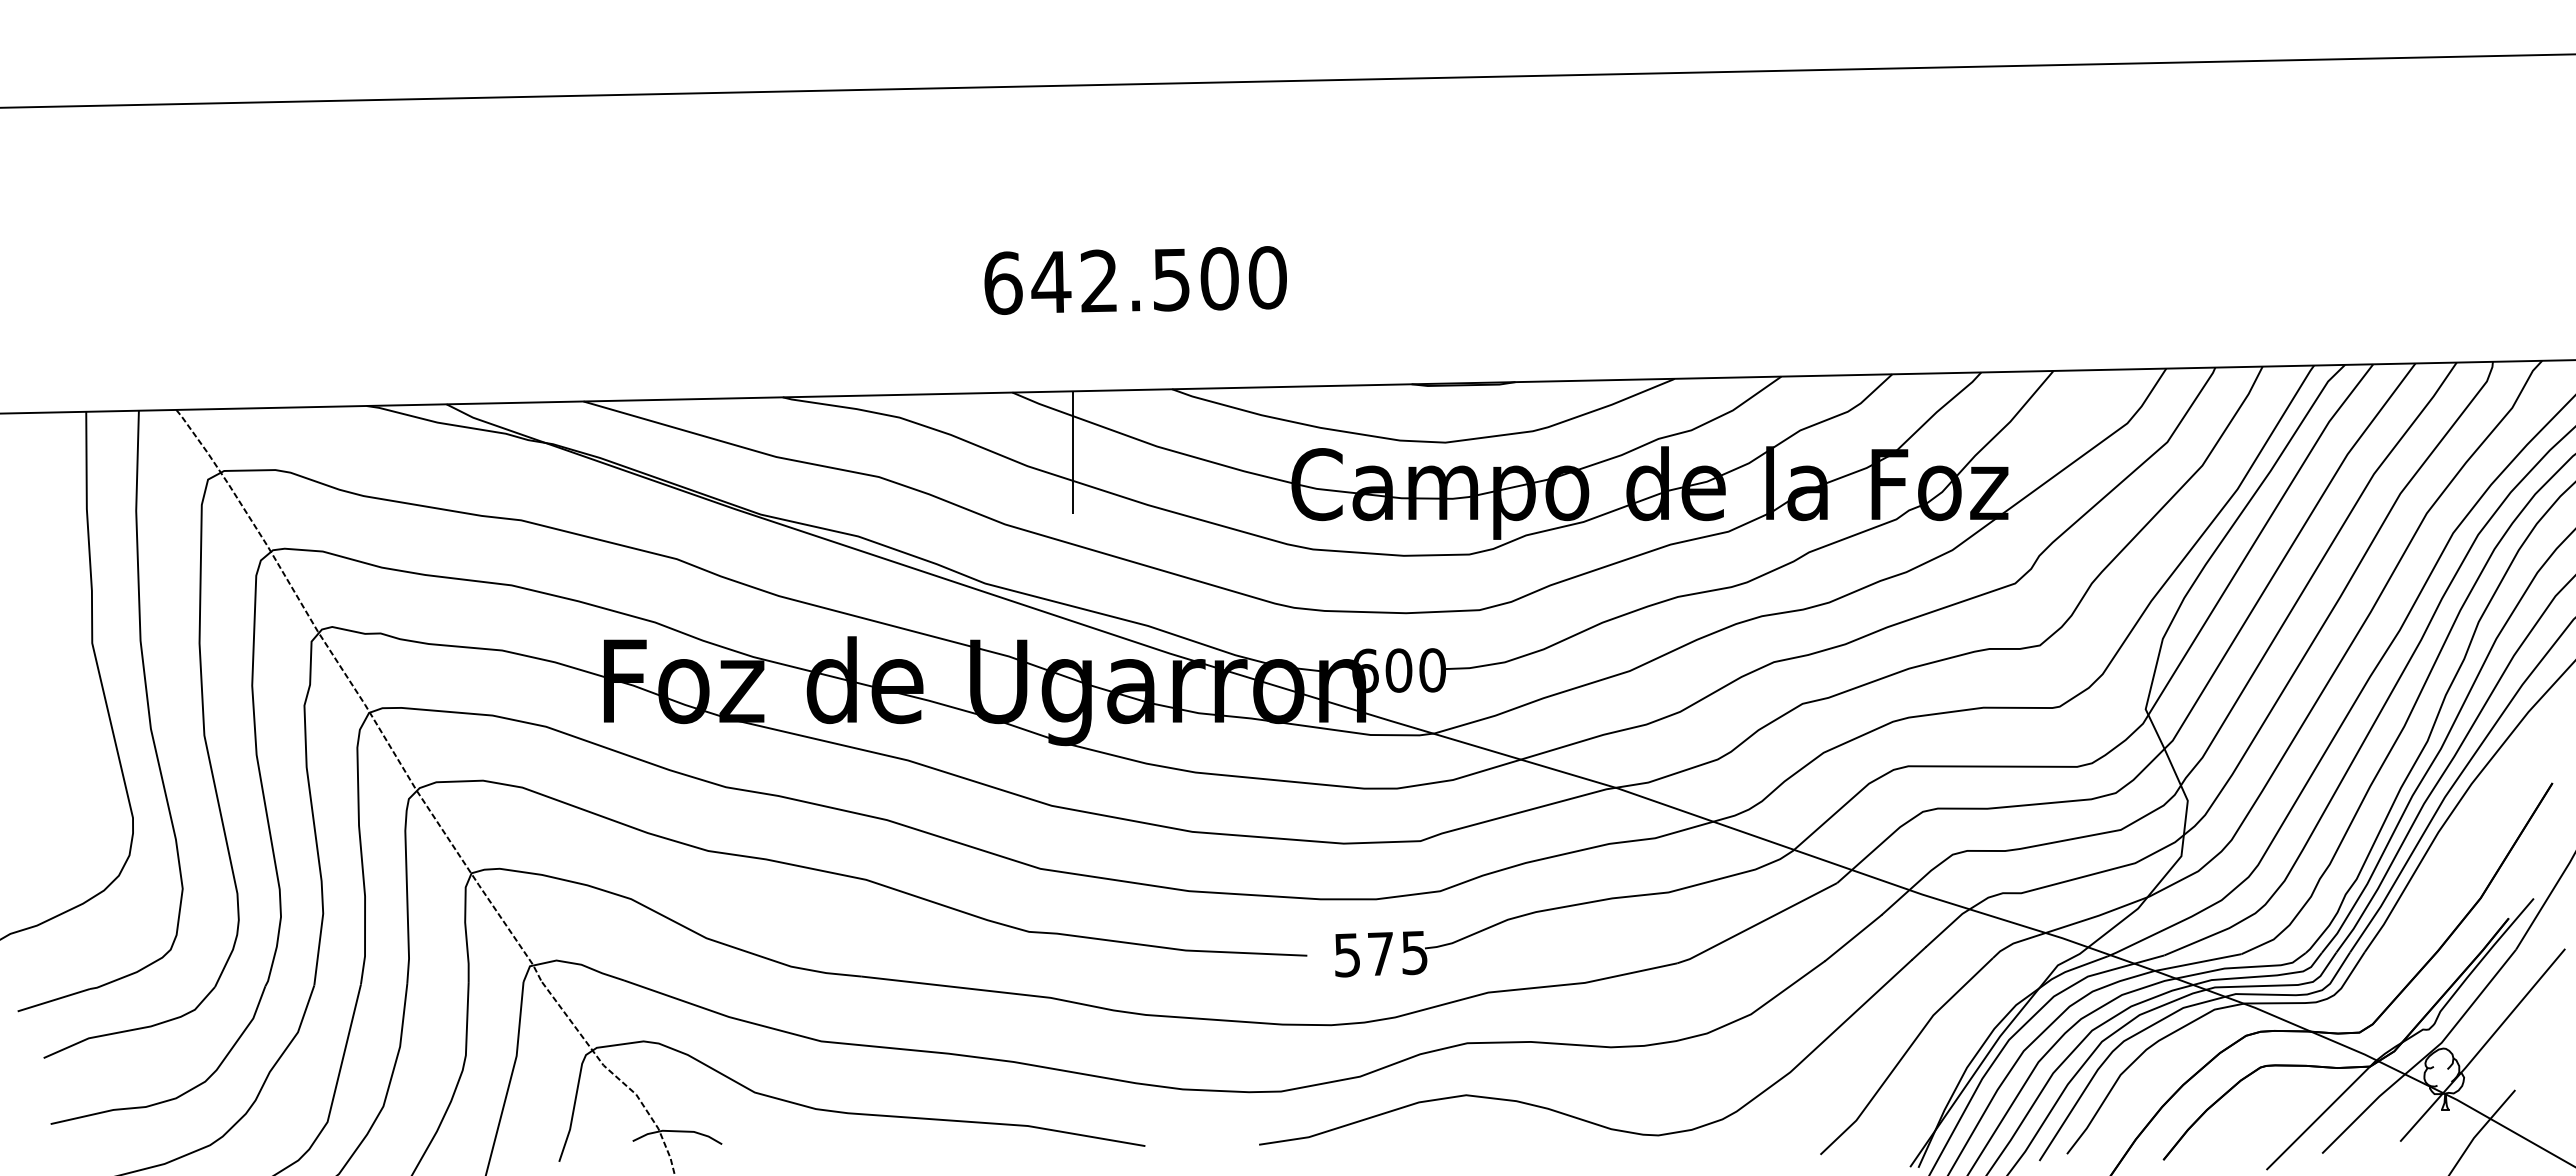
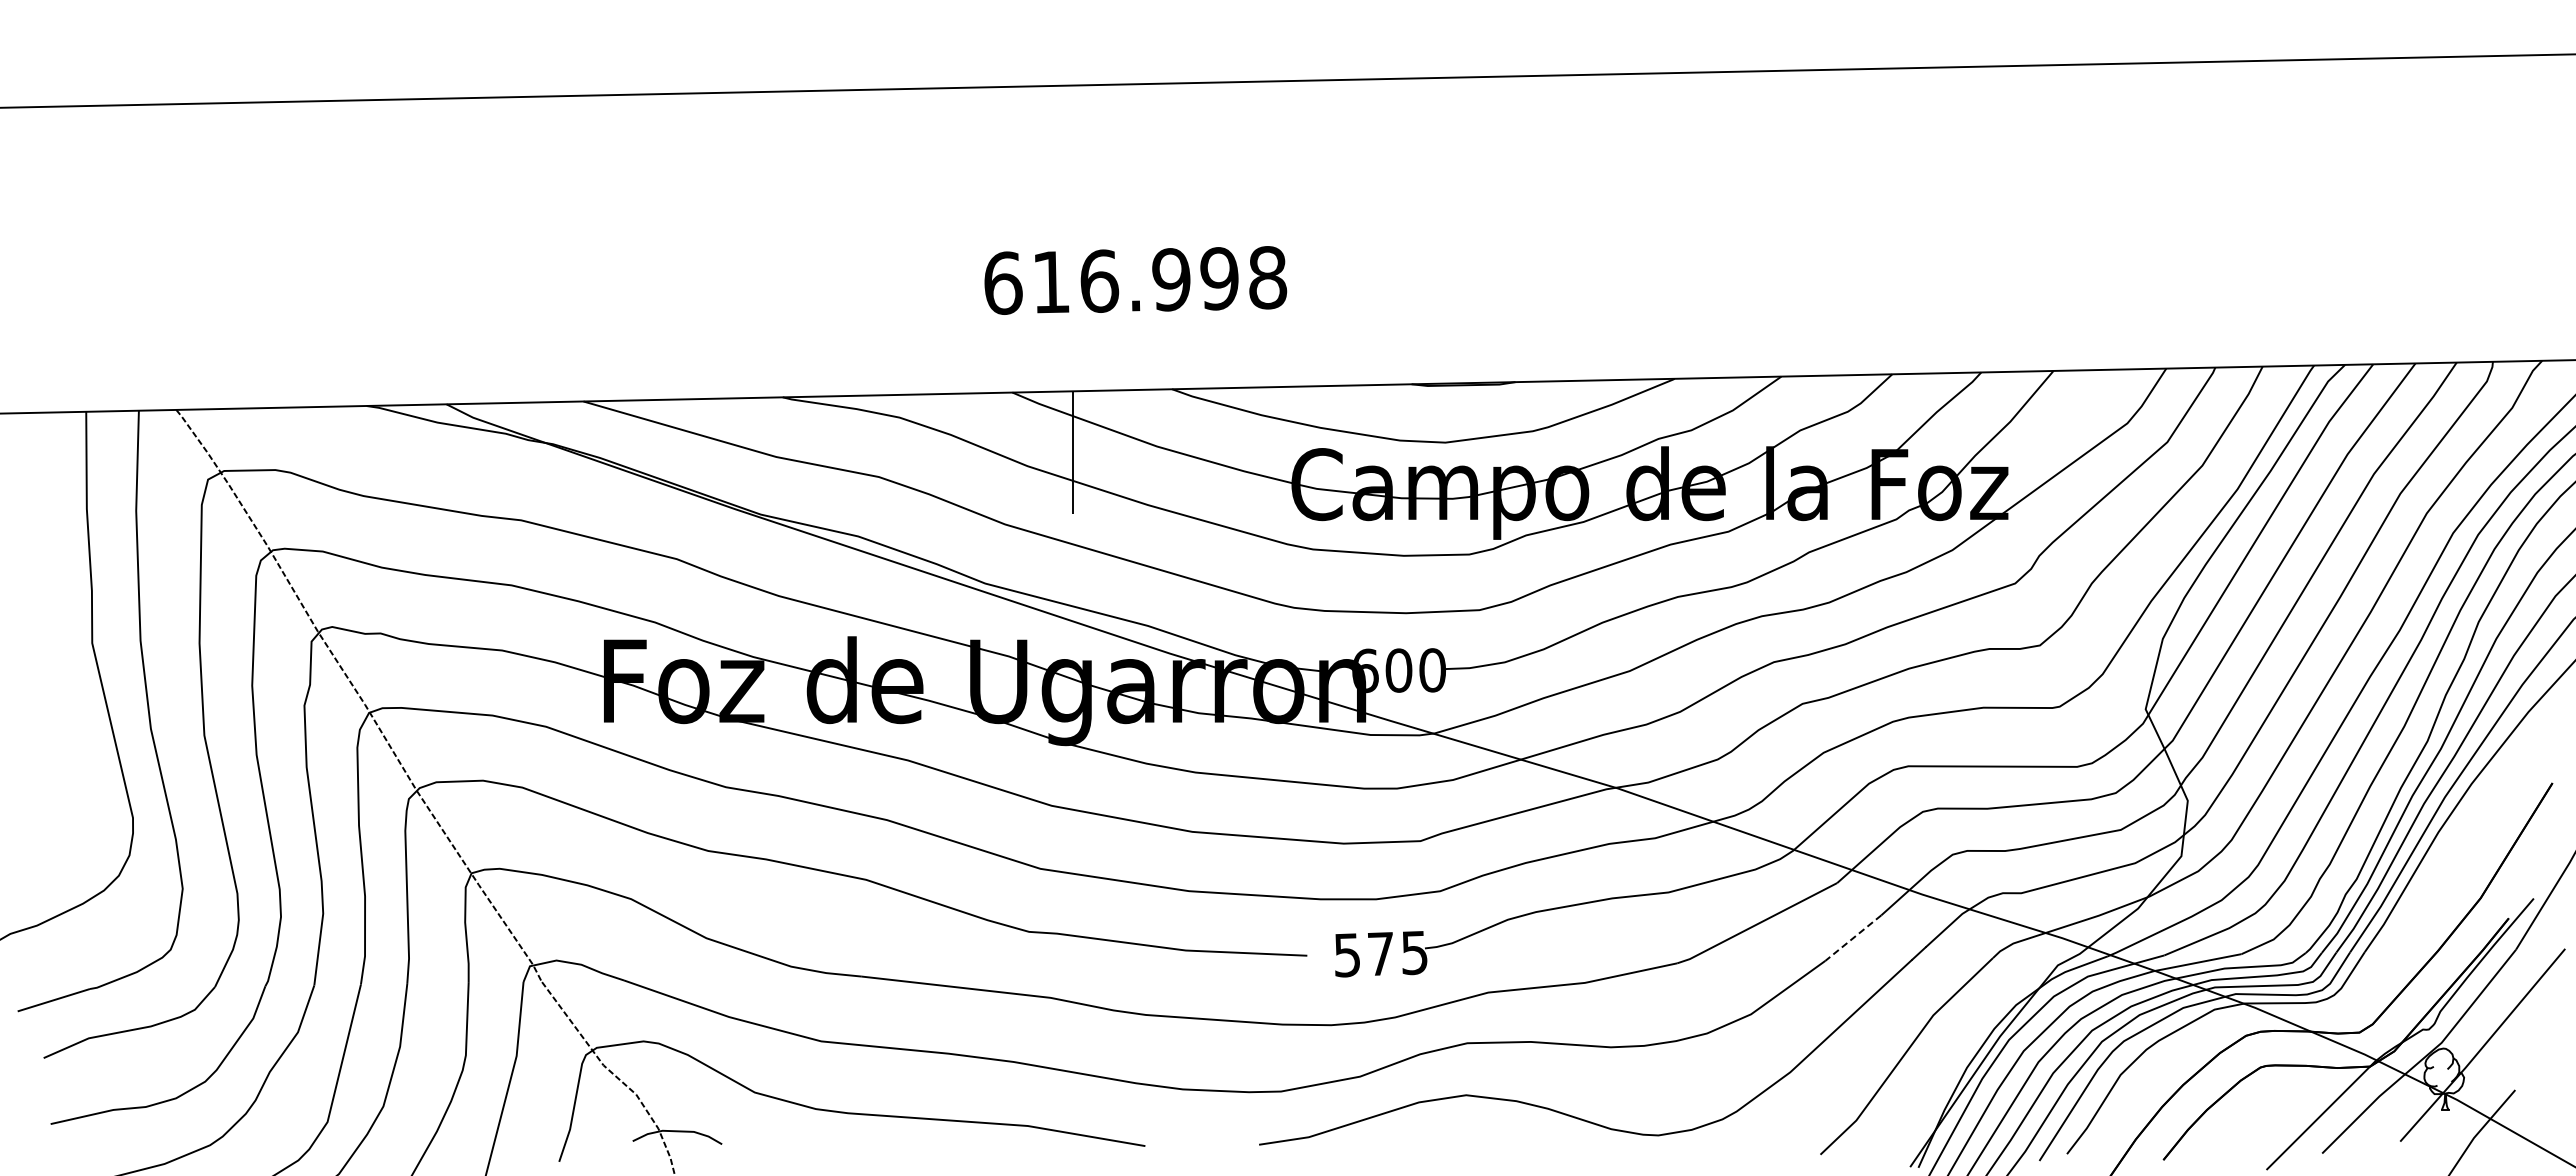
text at (1159, 279): 642.500 -> 616.998
line at (1853, 938): solid -> dashed
